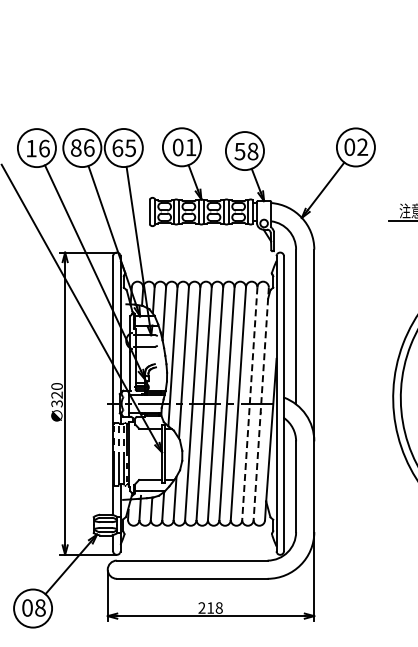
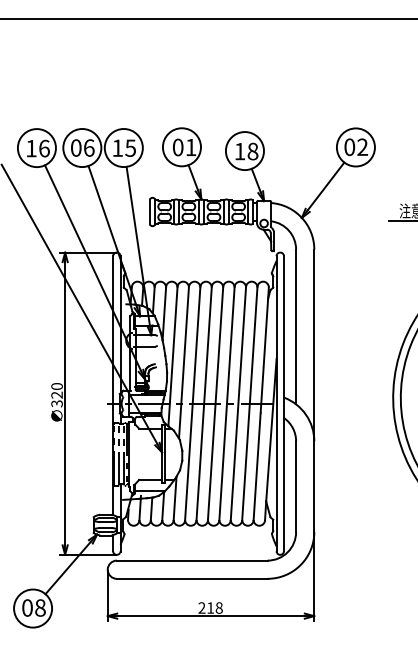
line at (208, 19): none -> present
text at (76, 147): 86 -> 06
text at (117, 148): 65 -> 15
text at (239, 151): 58 -> 18
line at (249, 403): dashed -> solid
line at (261, 403): dashed -> solid
